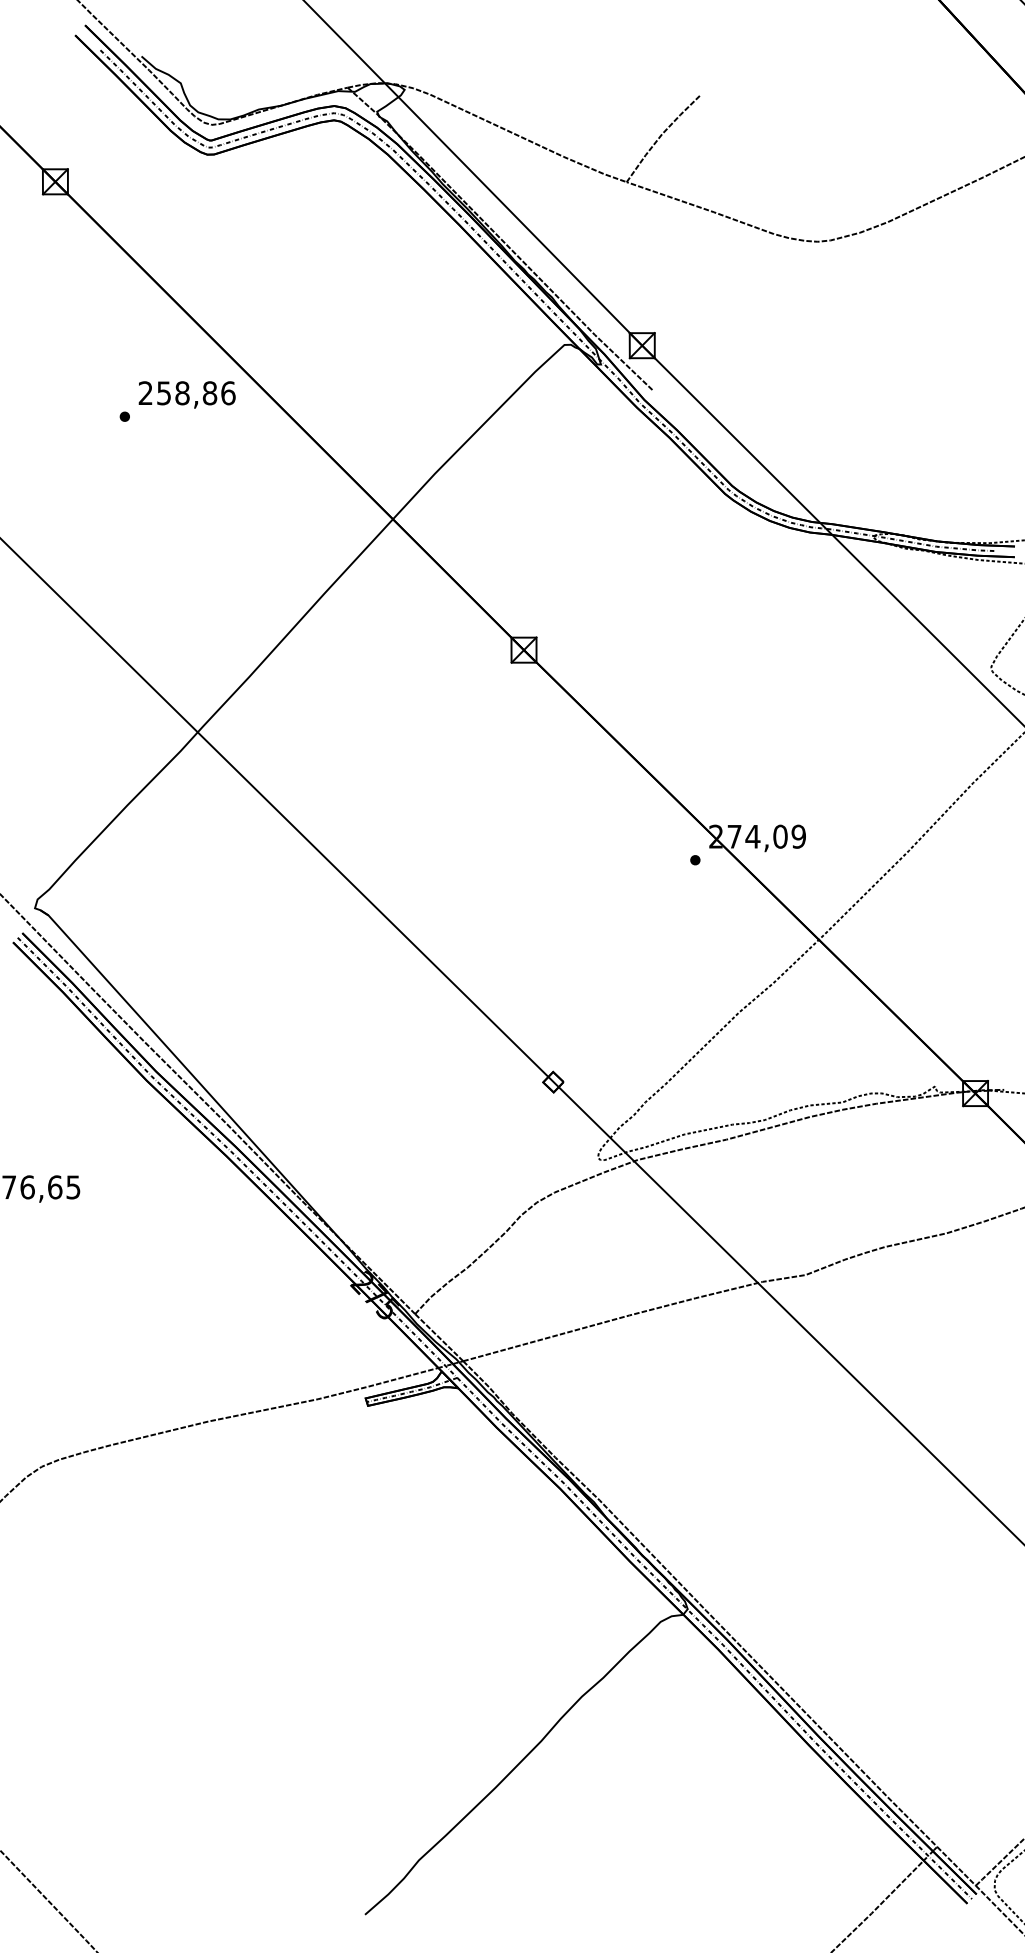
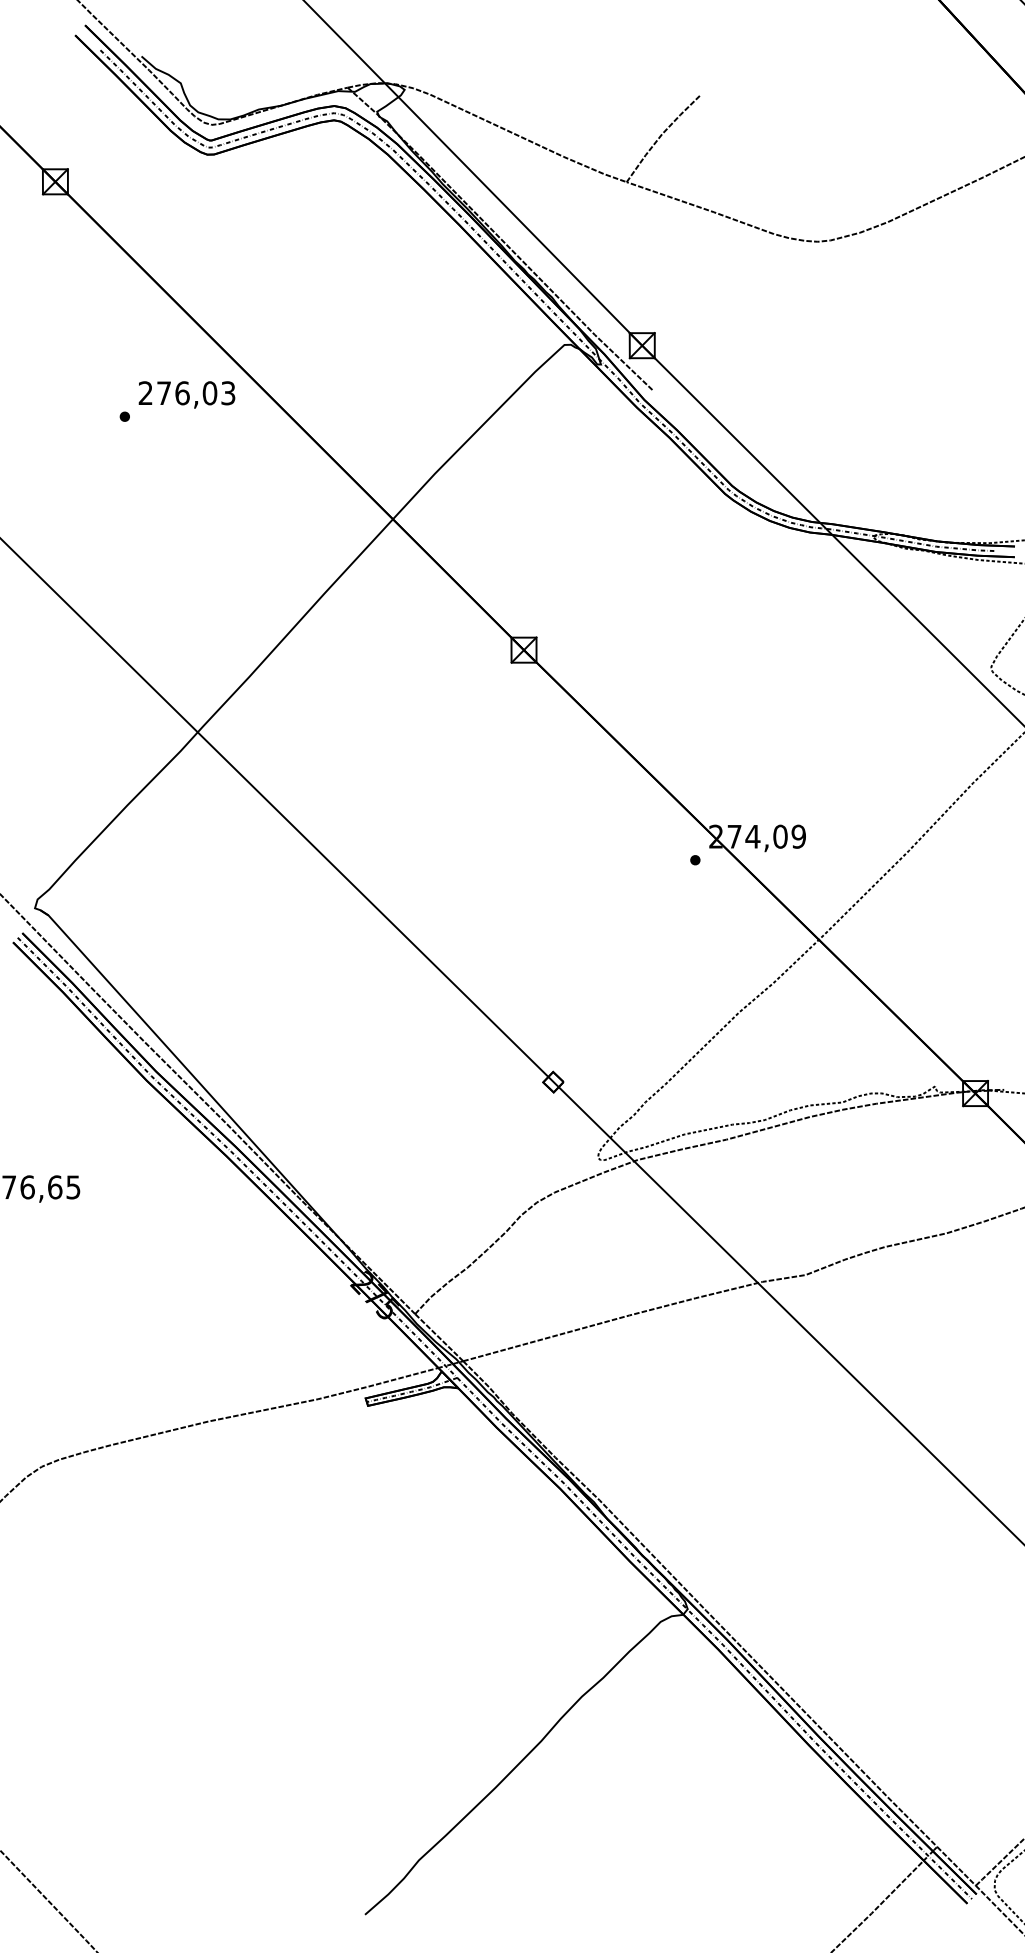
text at (196, 393): 258,86 -> 276,03
